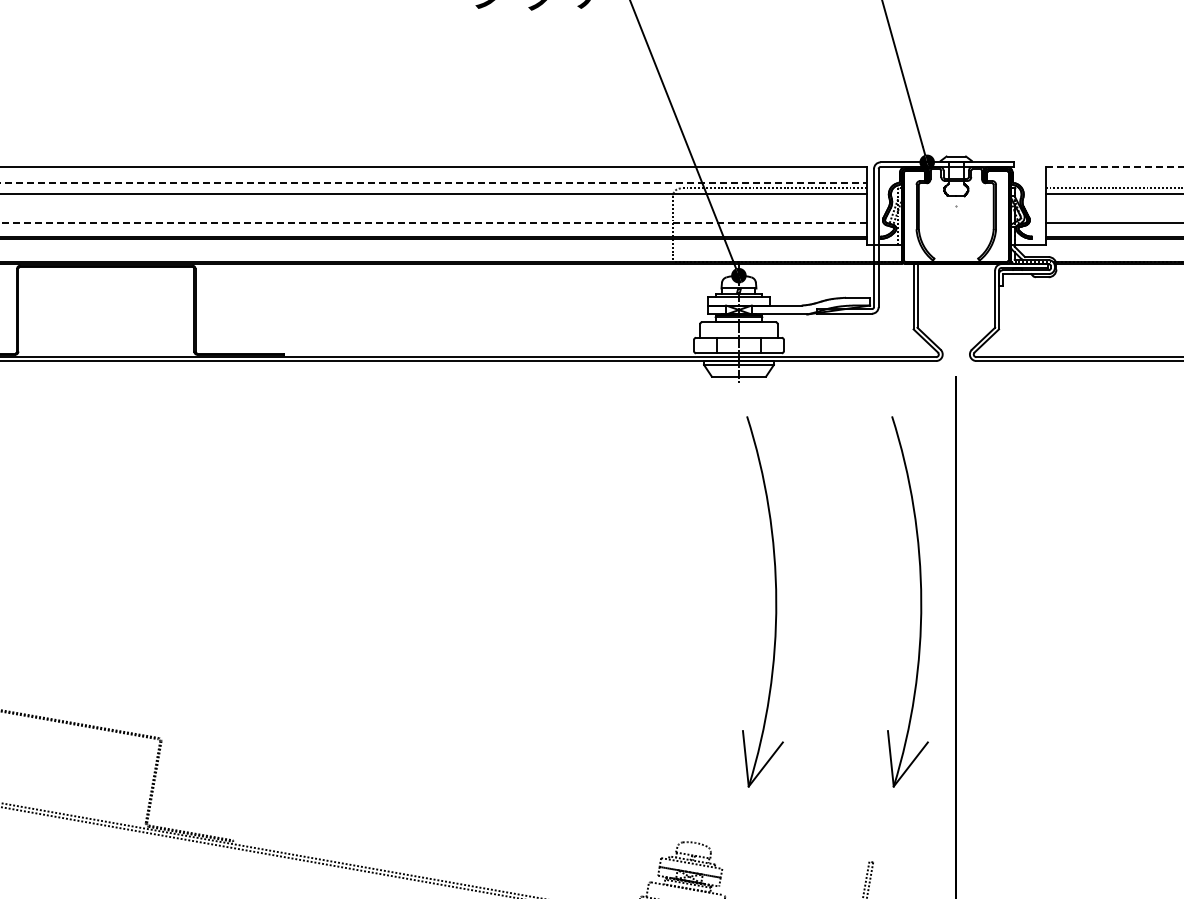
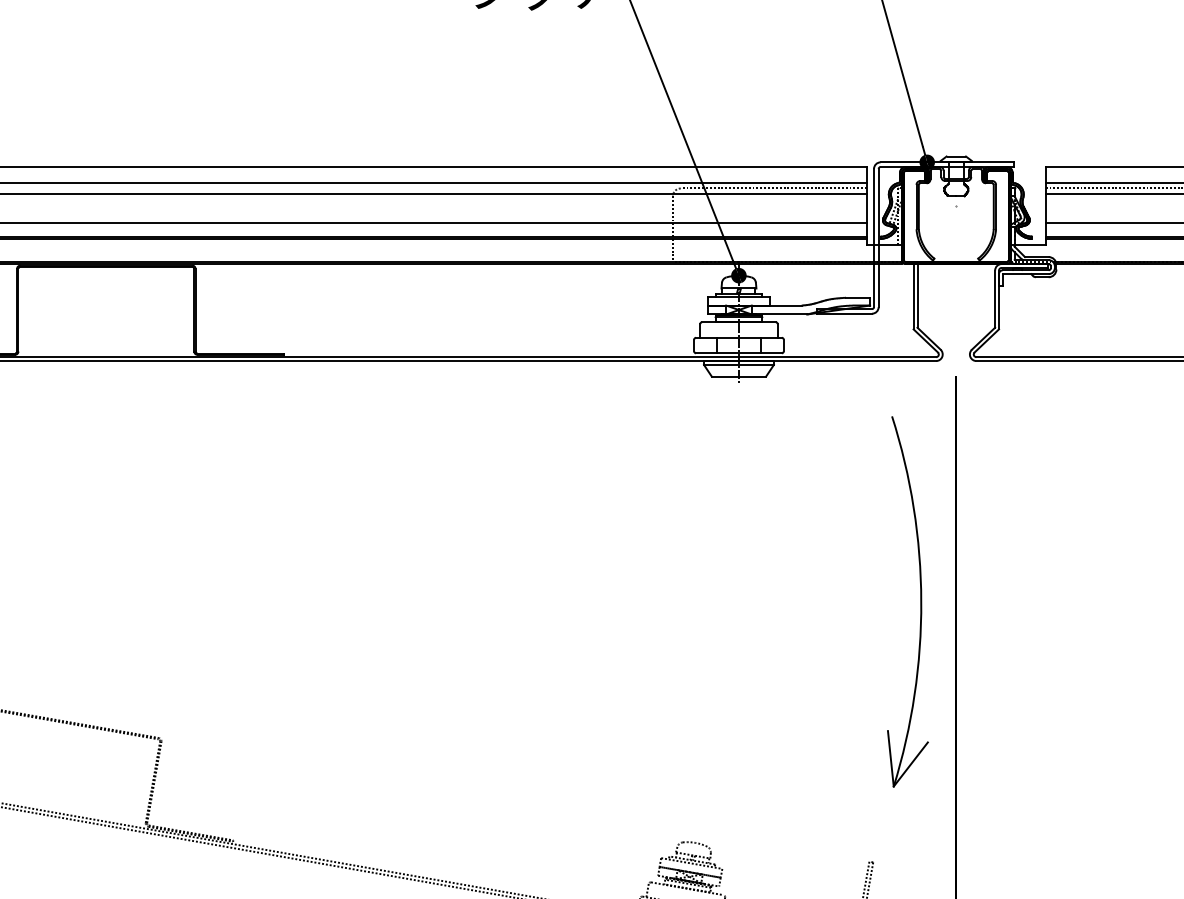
line at (1114, 167): dashed -> solid
line at (434, 182): dashed -> solid
line at (1112, 182): none -> present
line at (433, 223): dashed -> solid
part at (775, 601): present -> none
